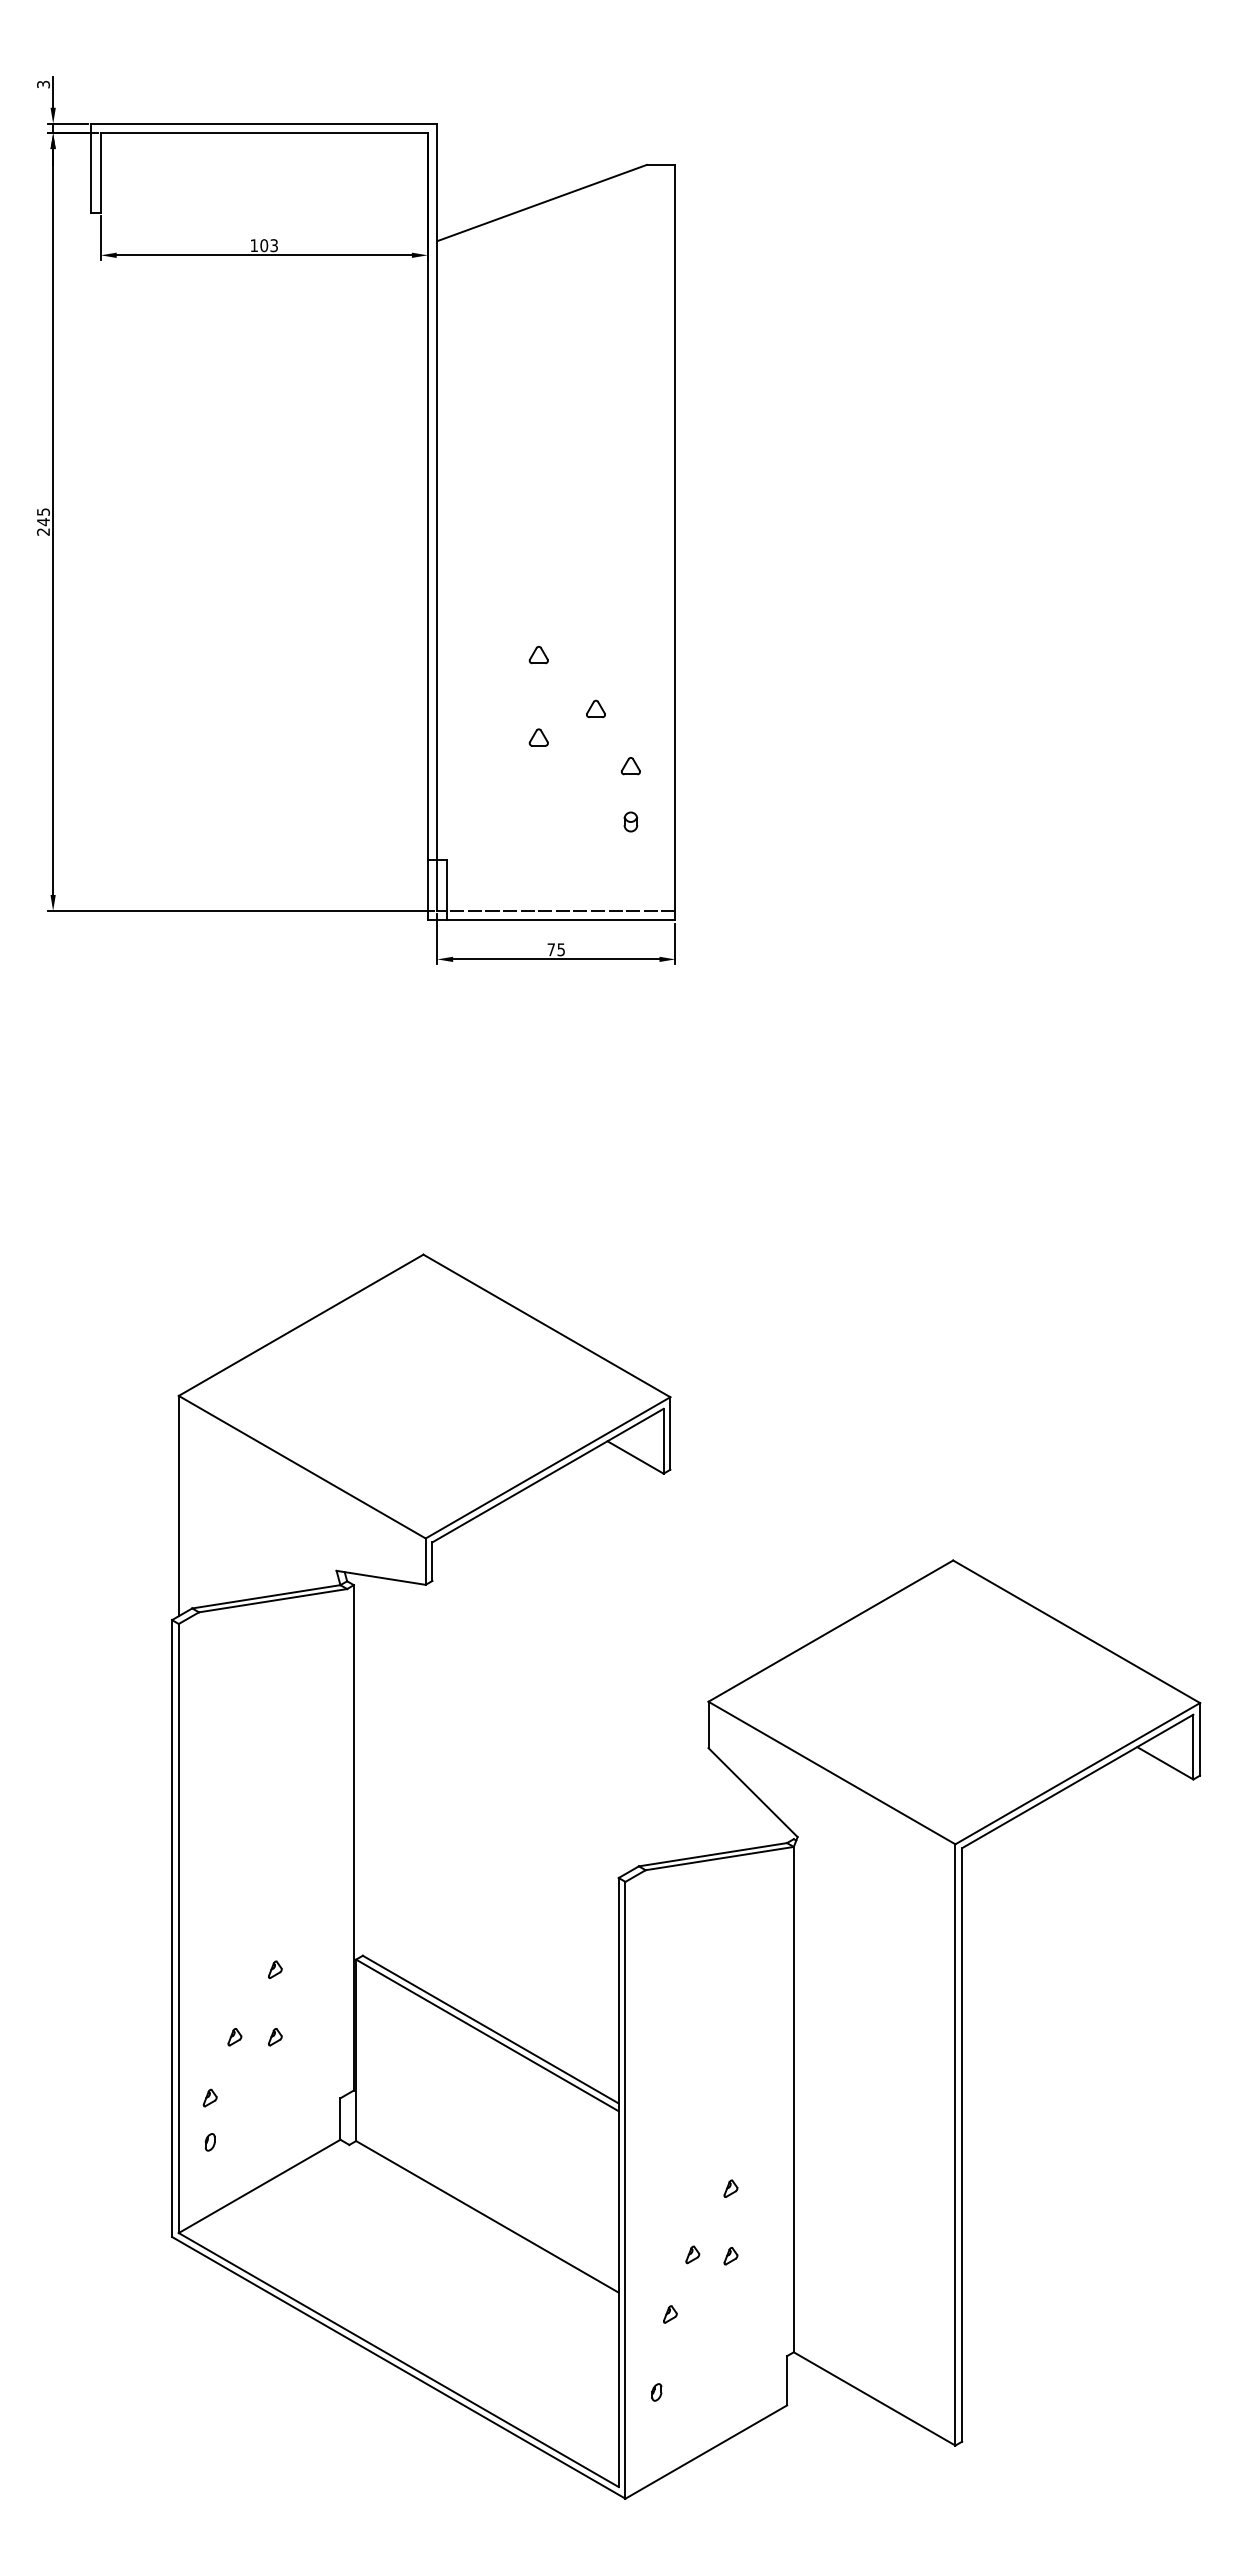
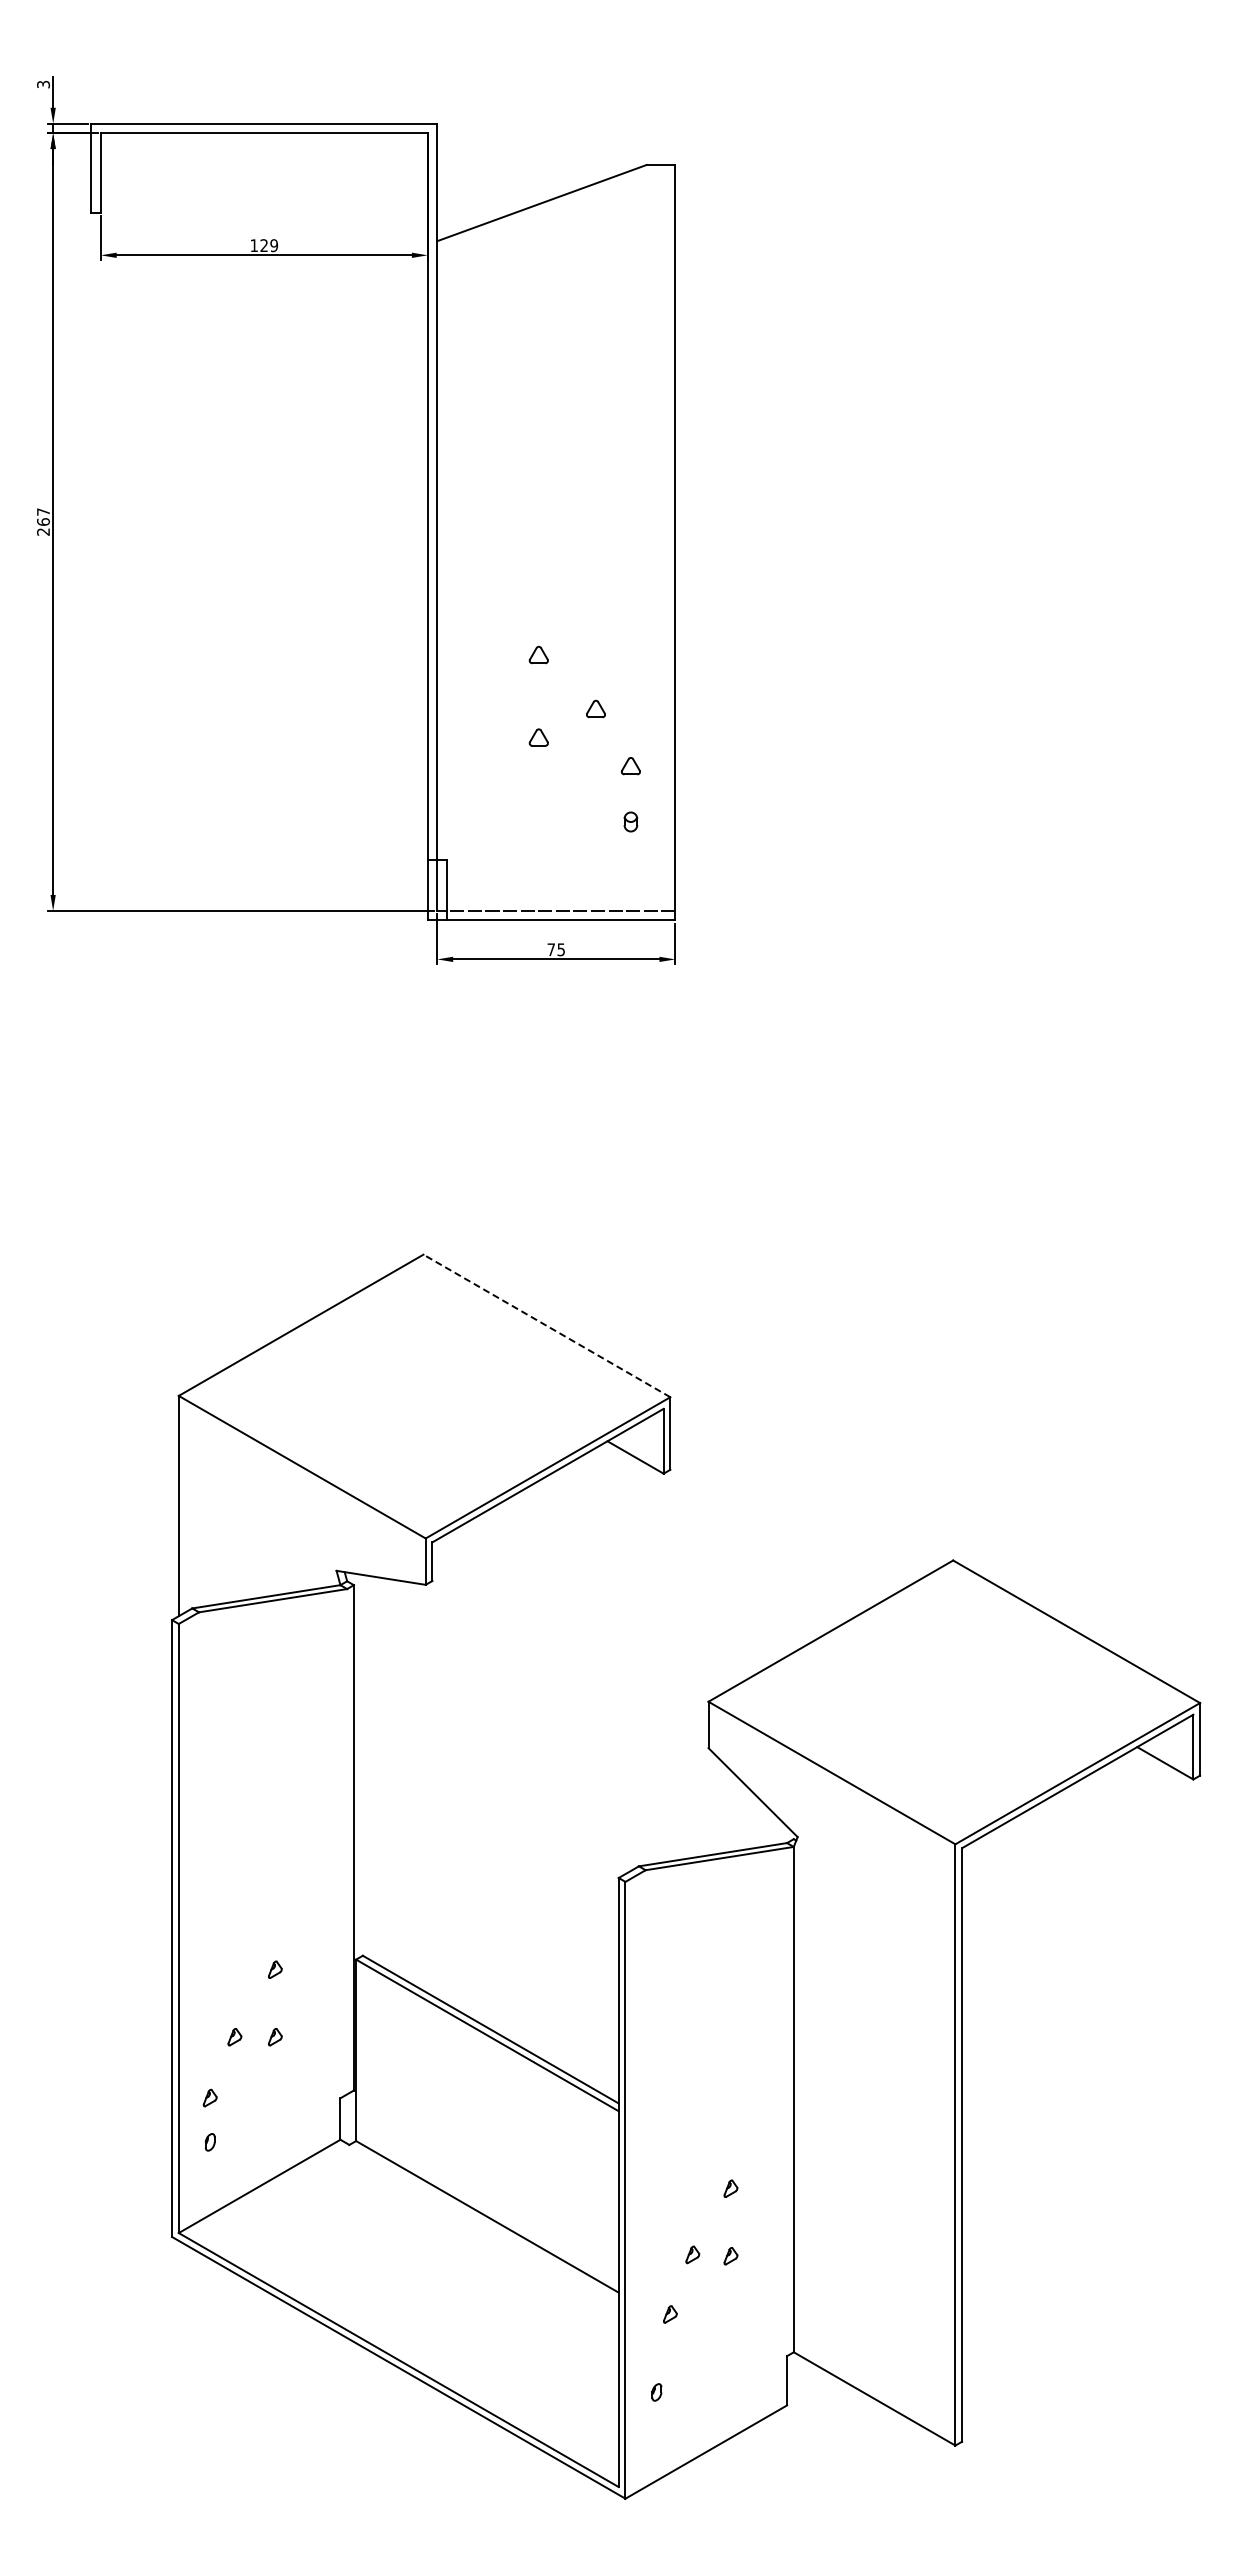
text at (269, 245): 103 -> 129
text at (43, 517): 245 -> 267
line at (546, 1325): solid -> dashed
